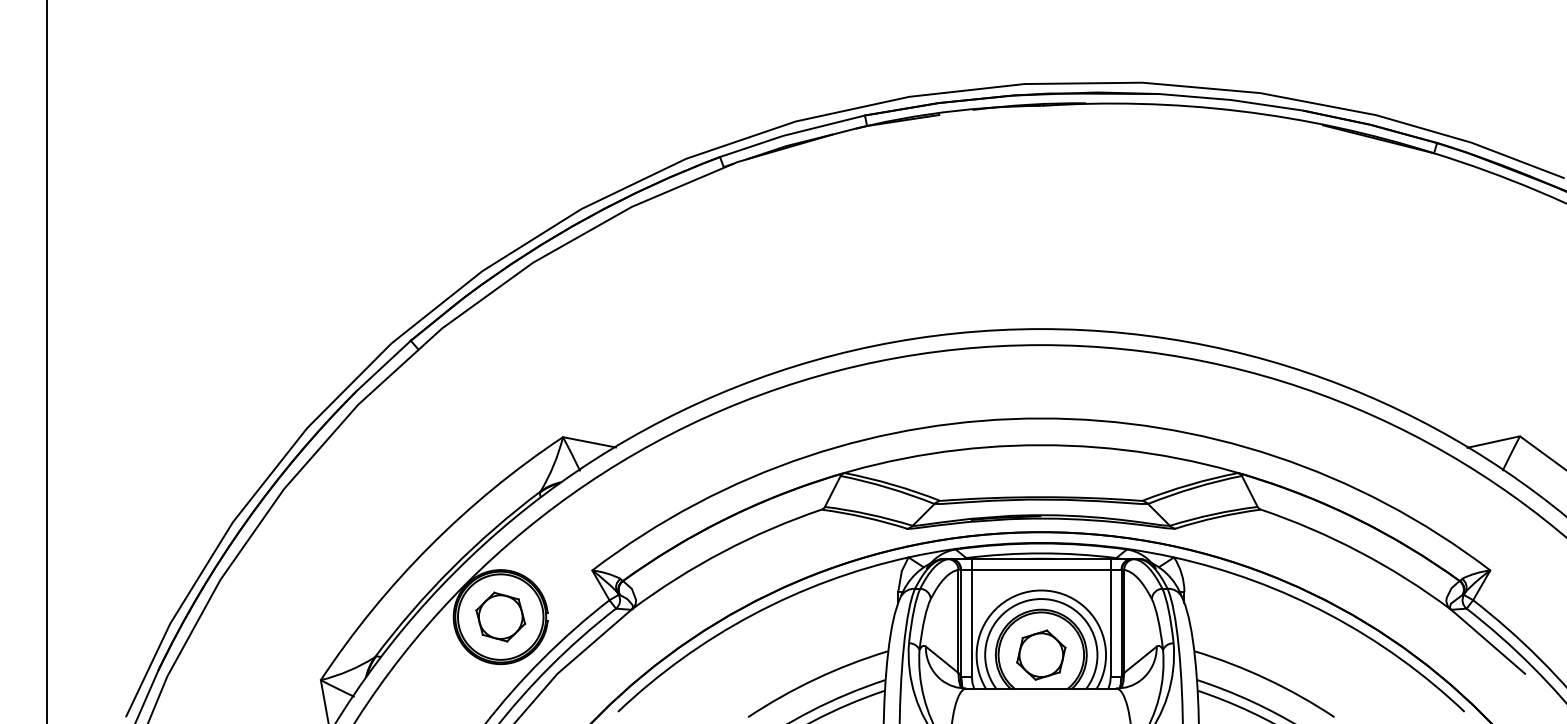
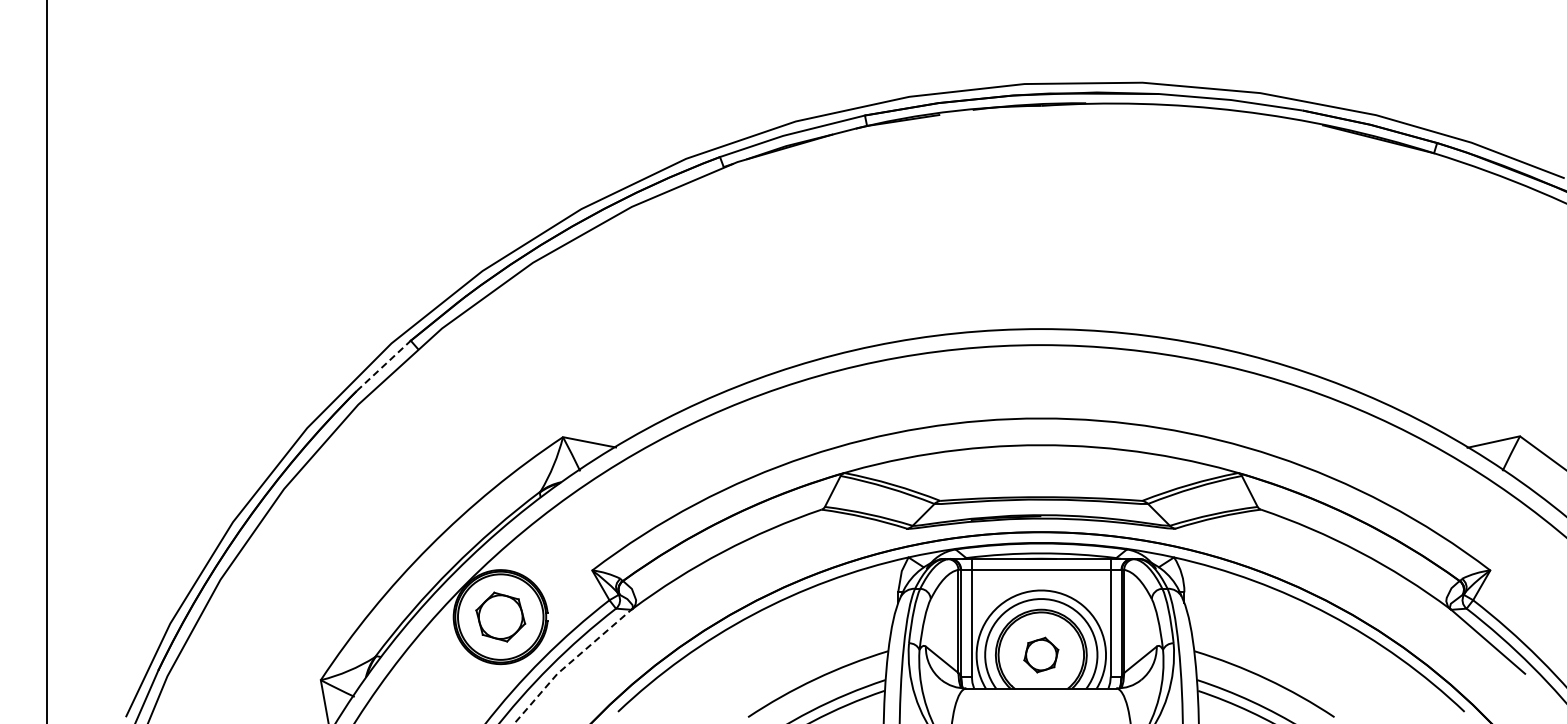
line at (383, 365): solid -> dashed
part at (1041, 654) size: 51x52 px -> 37x38 px
line at (569, 663): solid -> dashed
